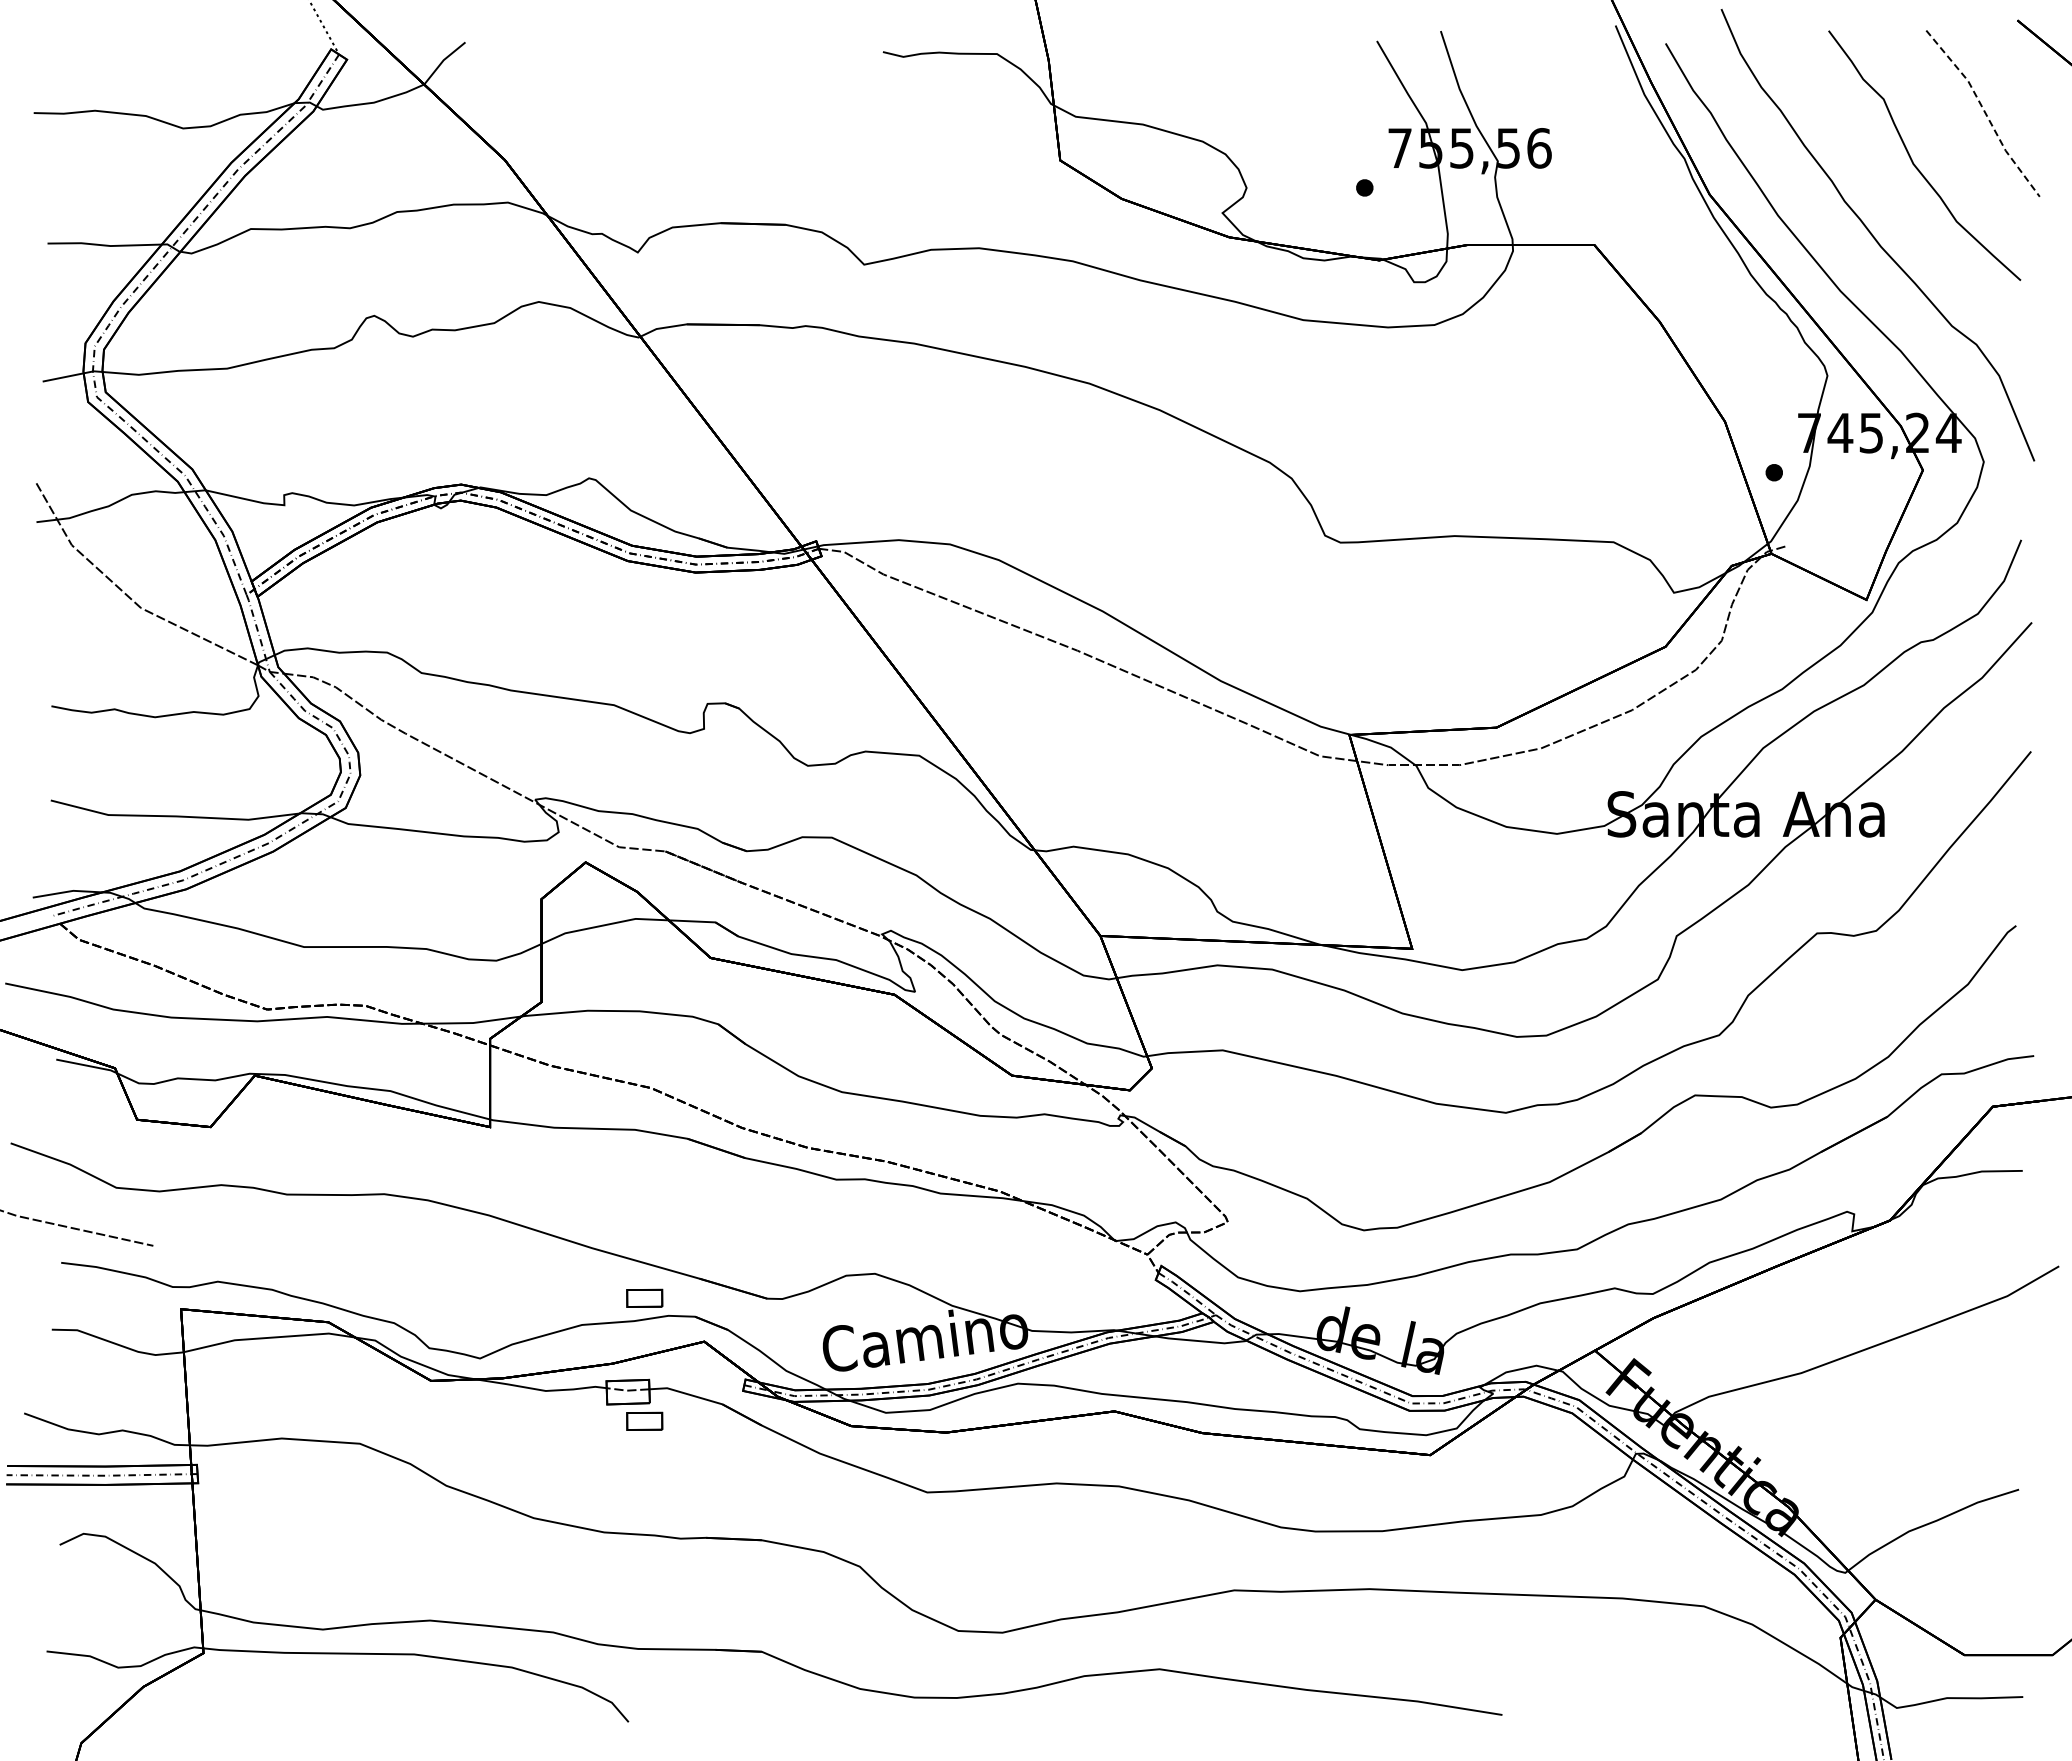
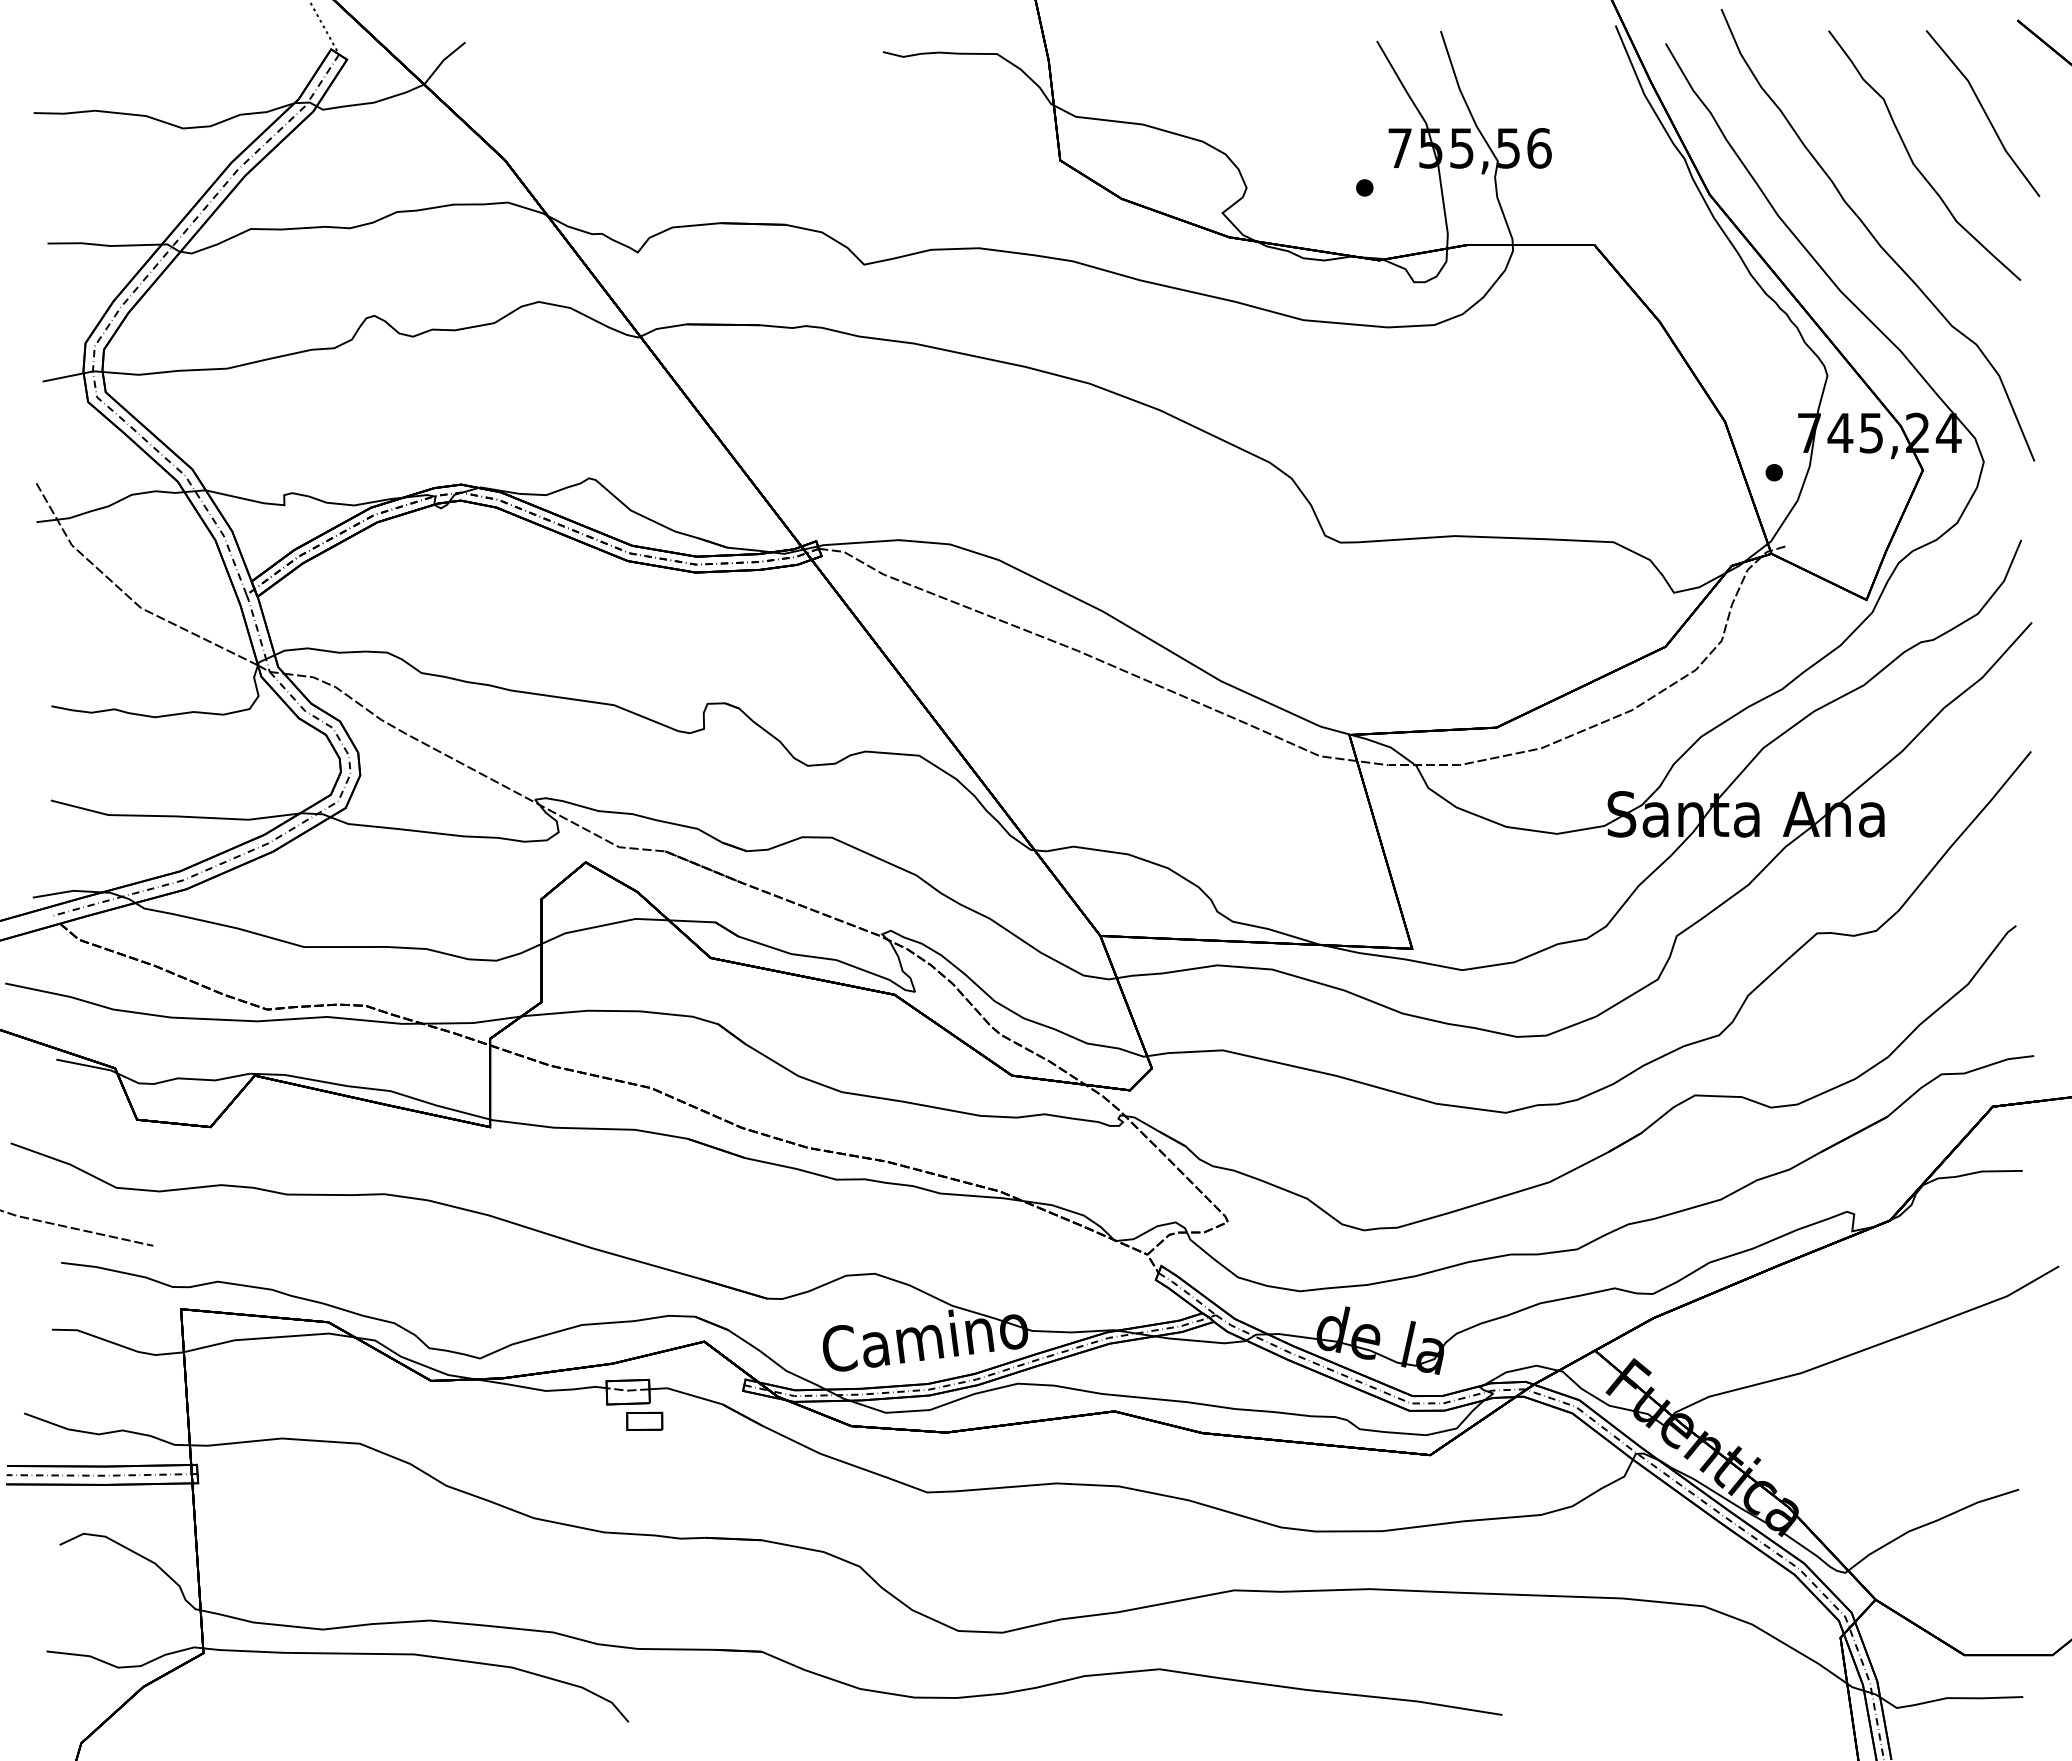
line at (1985, 112): dashed -> solid
part at (644, 1297): present -> none
